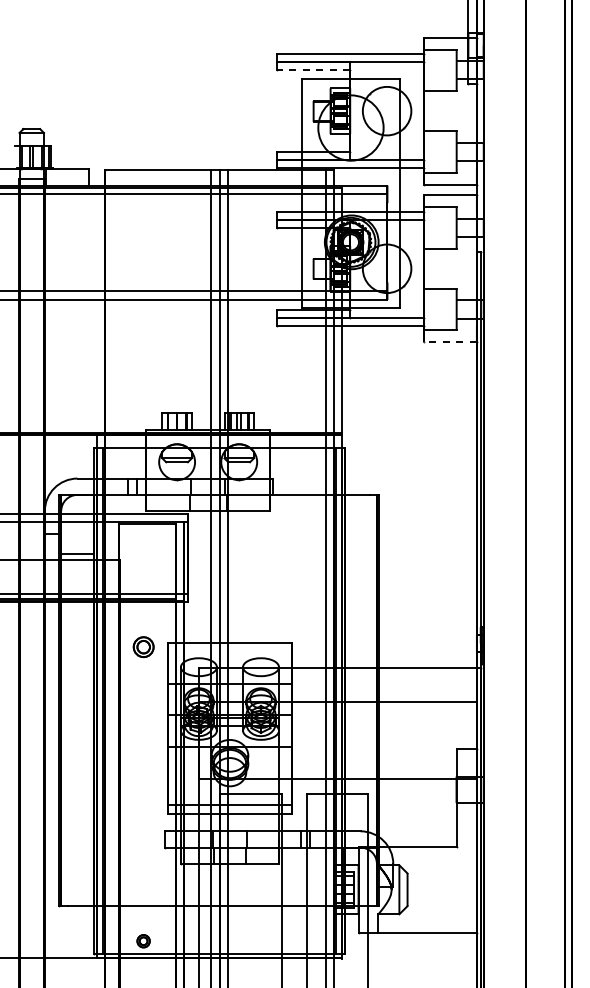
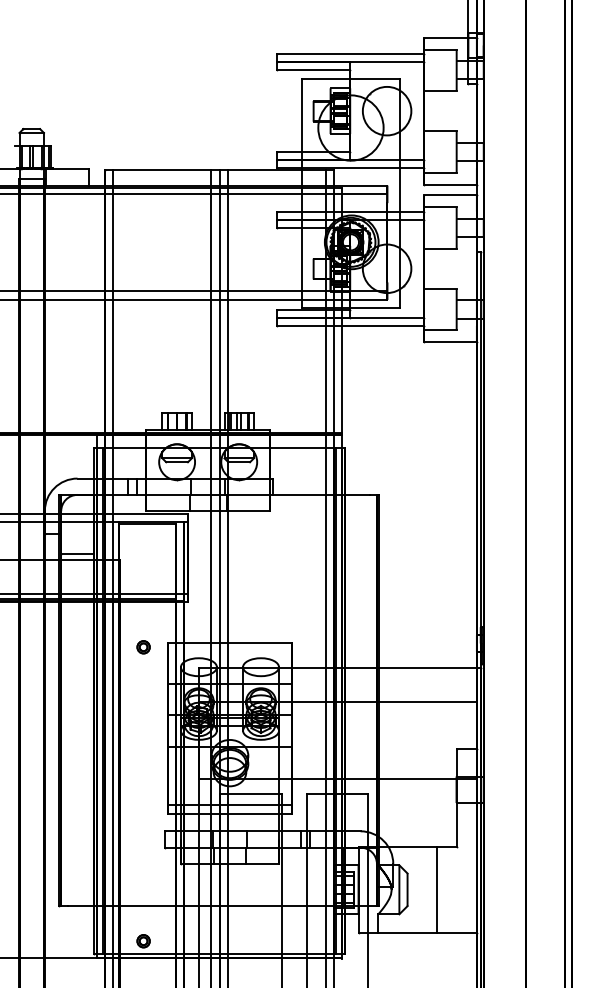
line at (313, 70): dashed -> solid
line at (449, 342): dashed -> solid
line at (113, 577): none -> present
part at (143, 647) size: 23x23 px -> 15x15 px
line at (436, 889): none -> present
